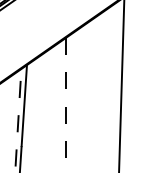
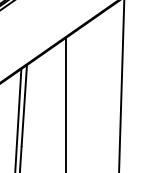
line at (65, 105): dashed -> solid
line at (18, 120): dashed -> solid
